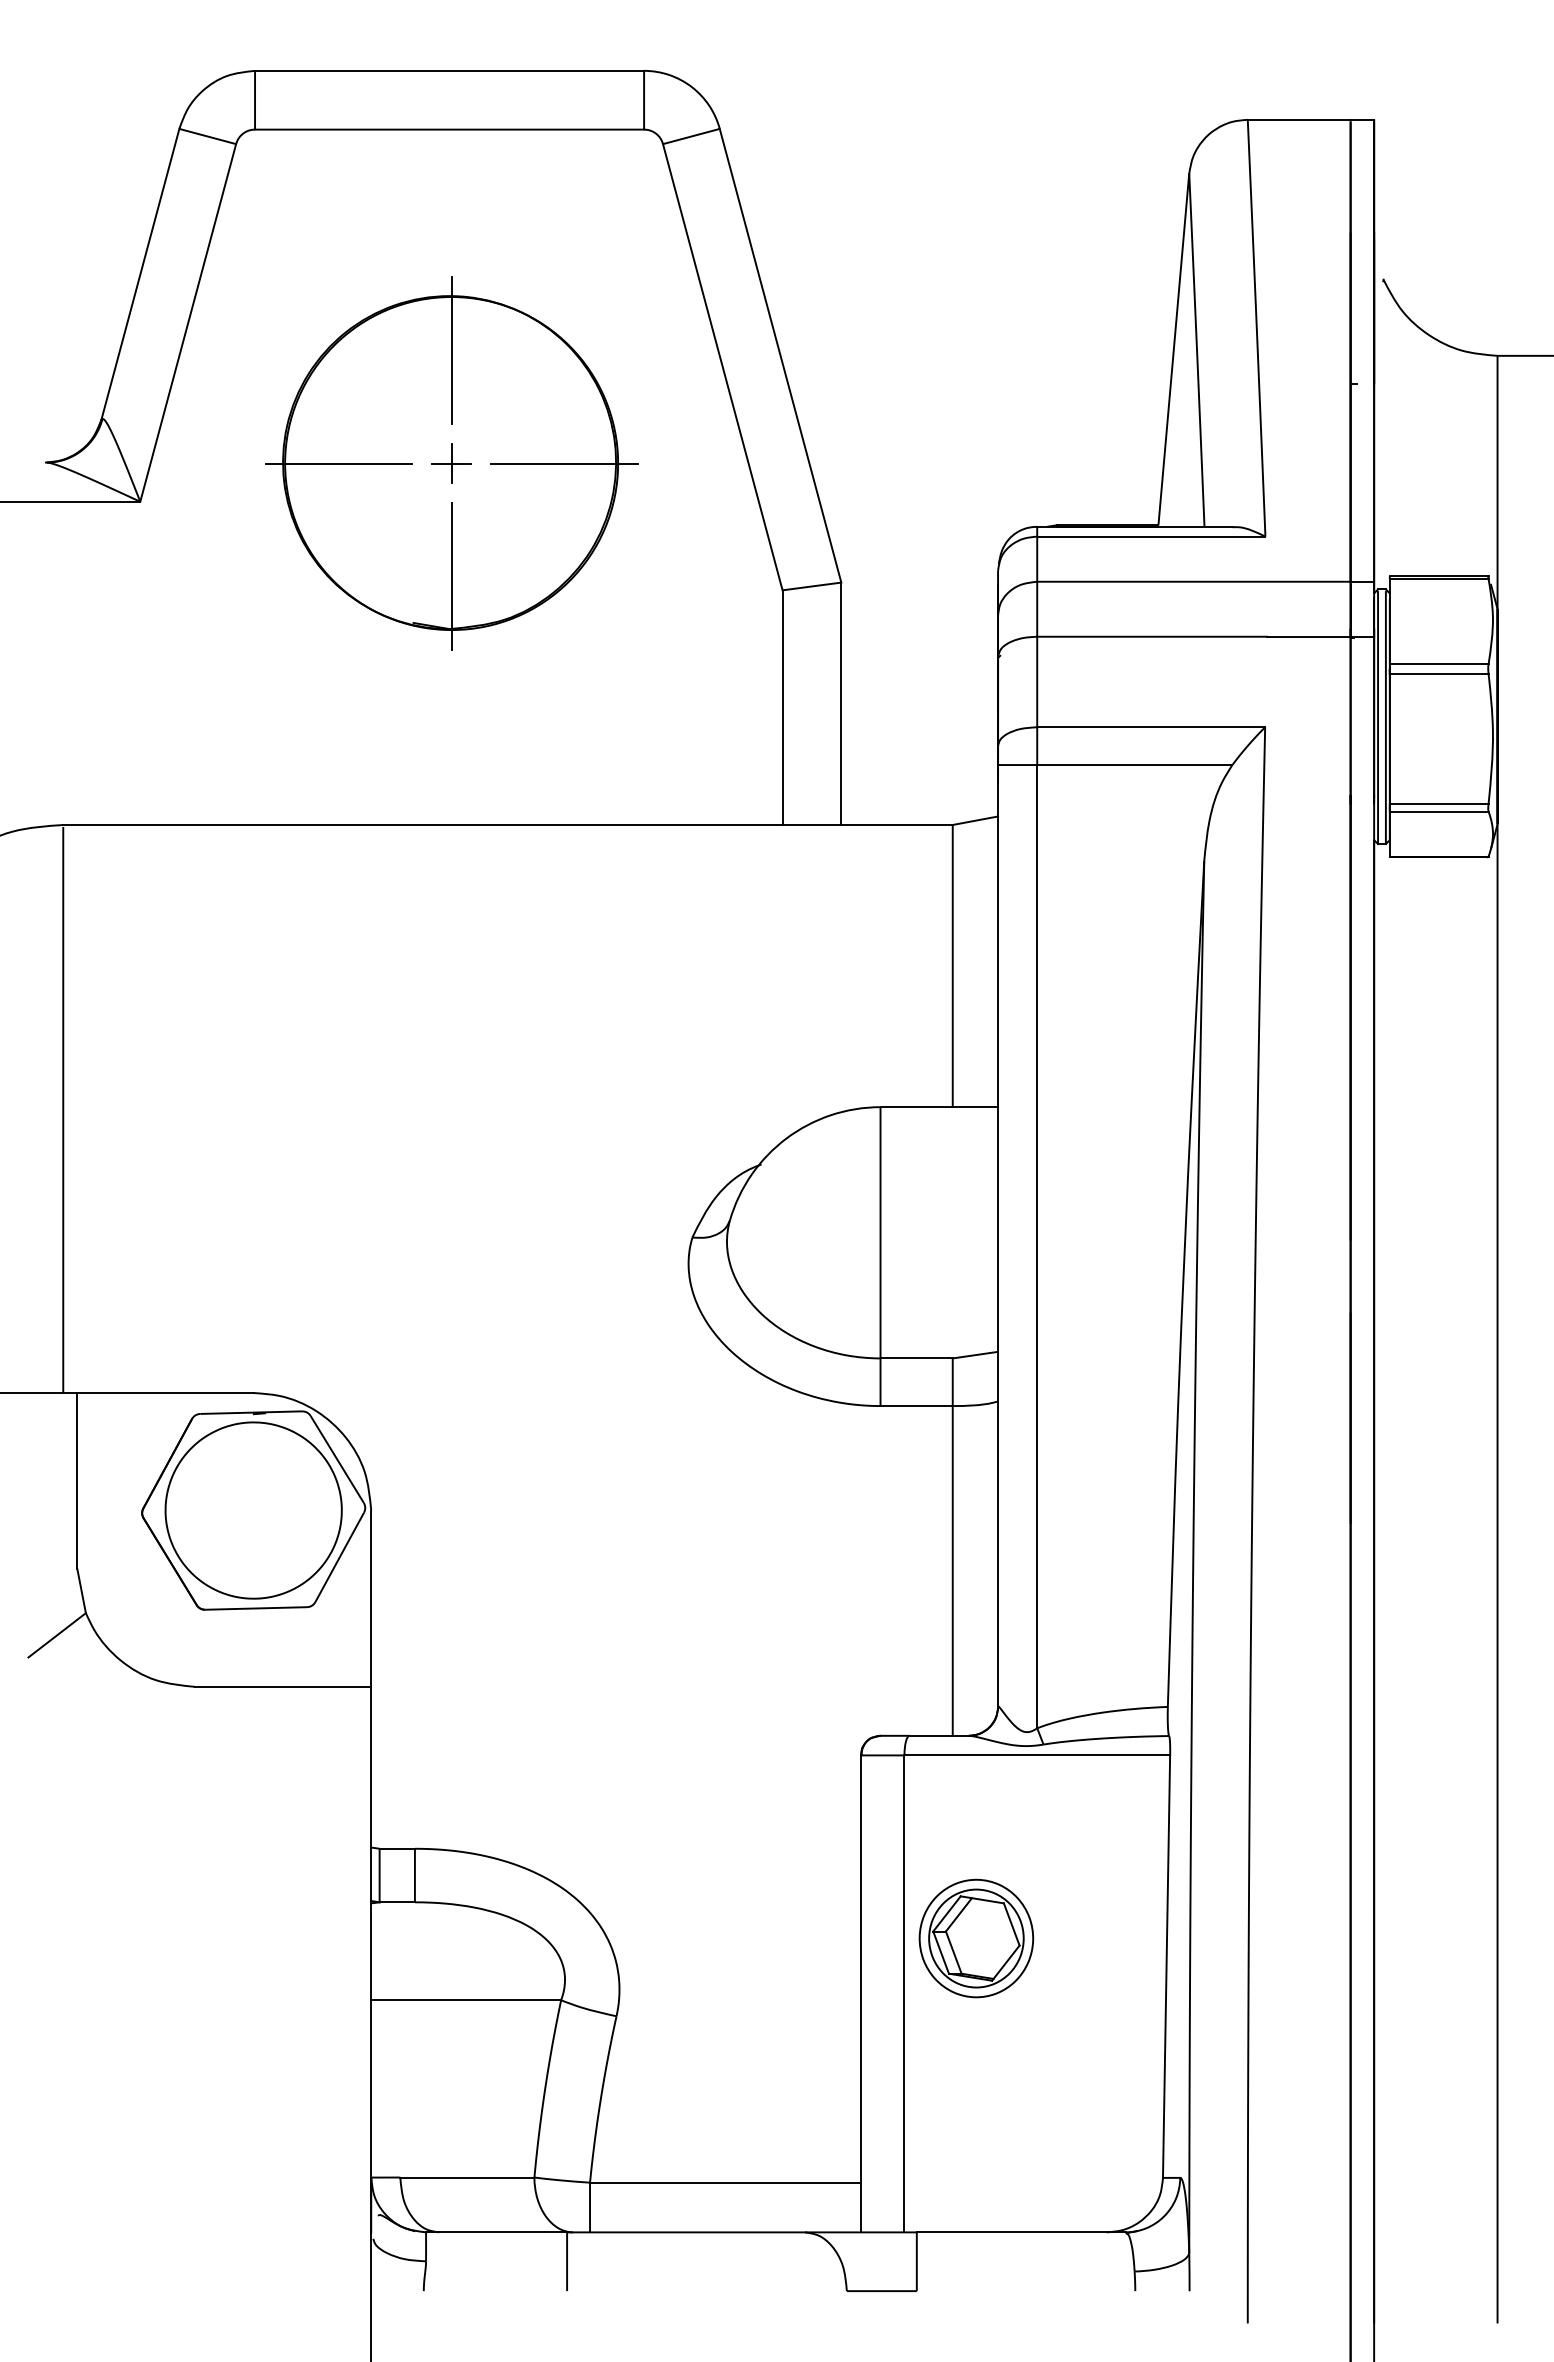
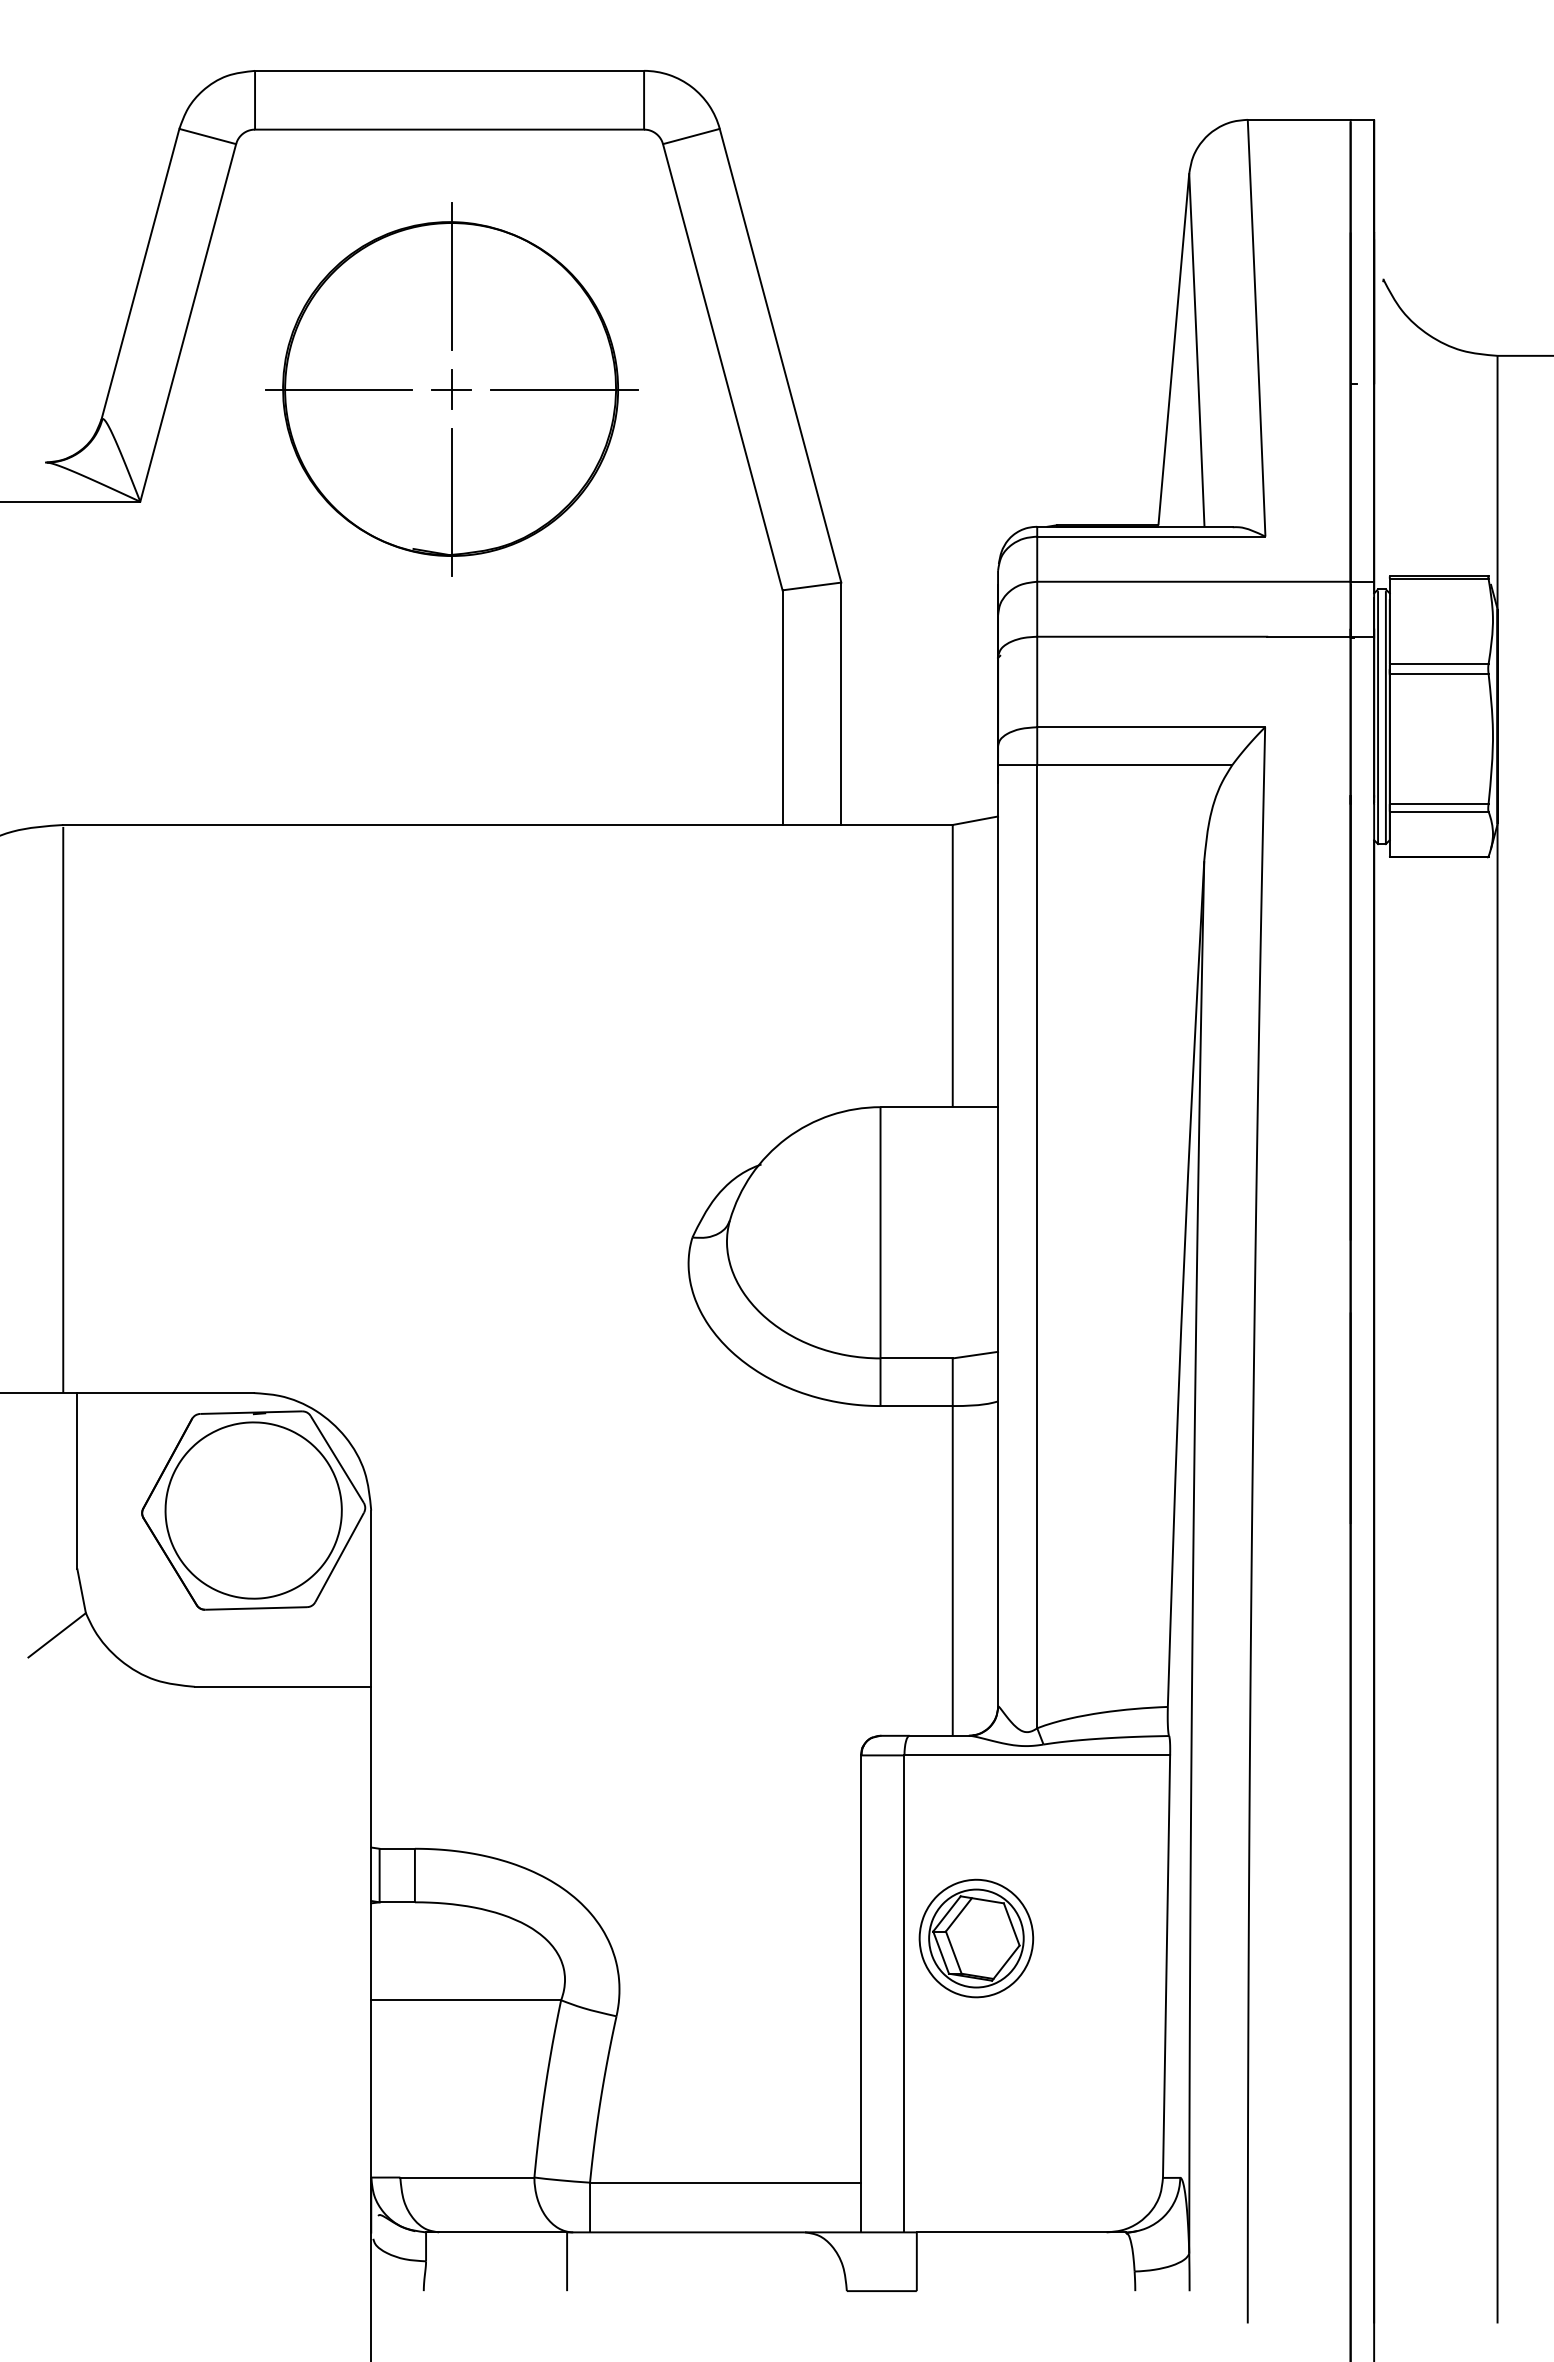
part at (451, 463) position: (451, 463) -> (451, 389)
